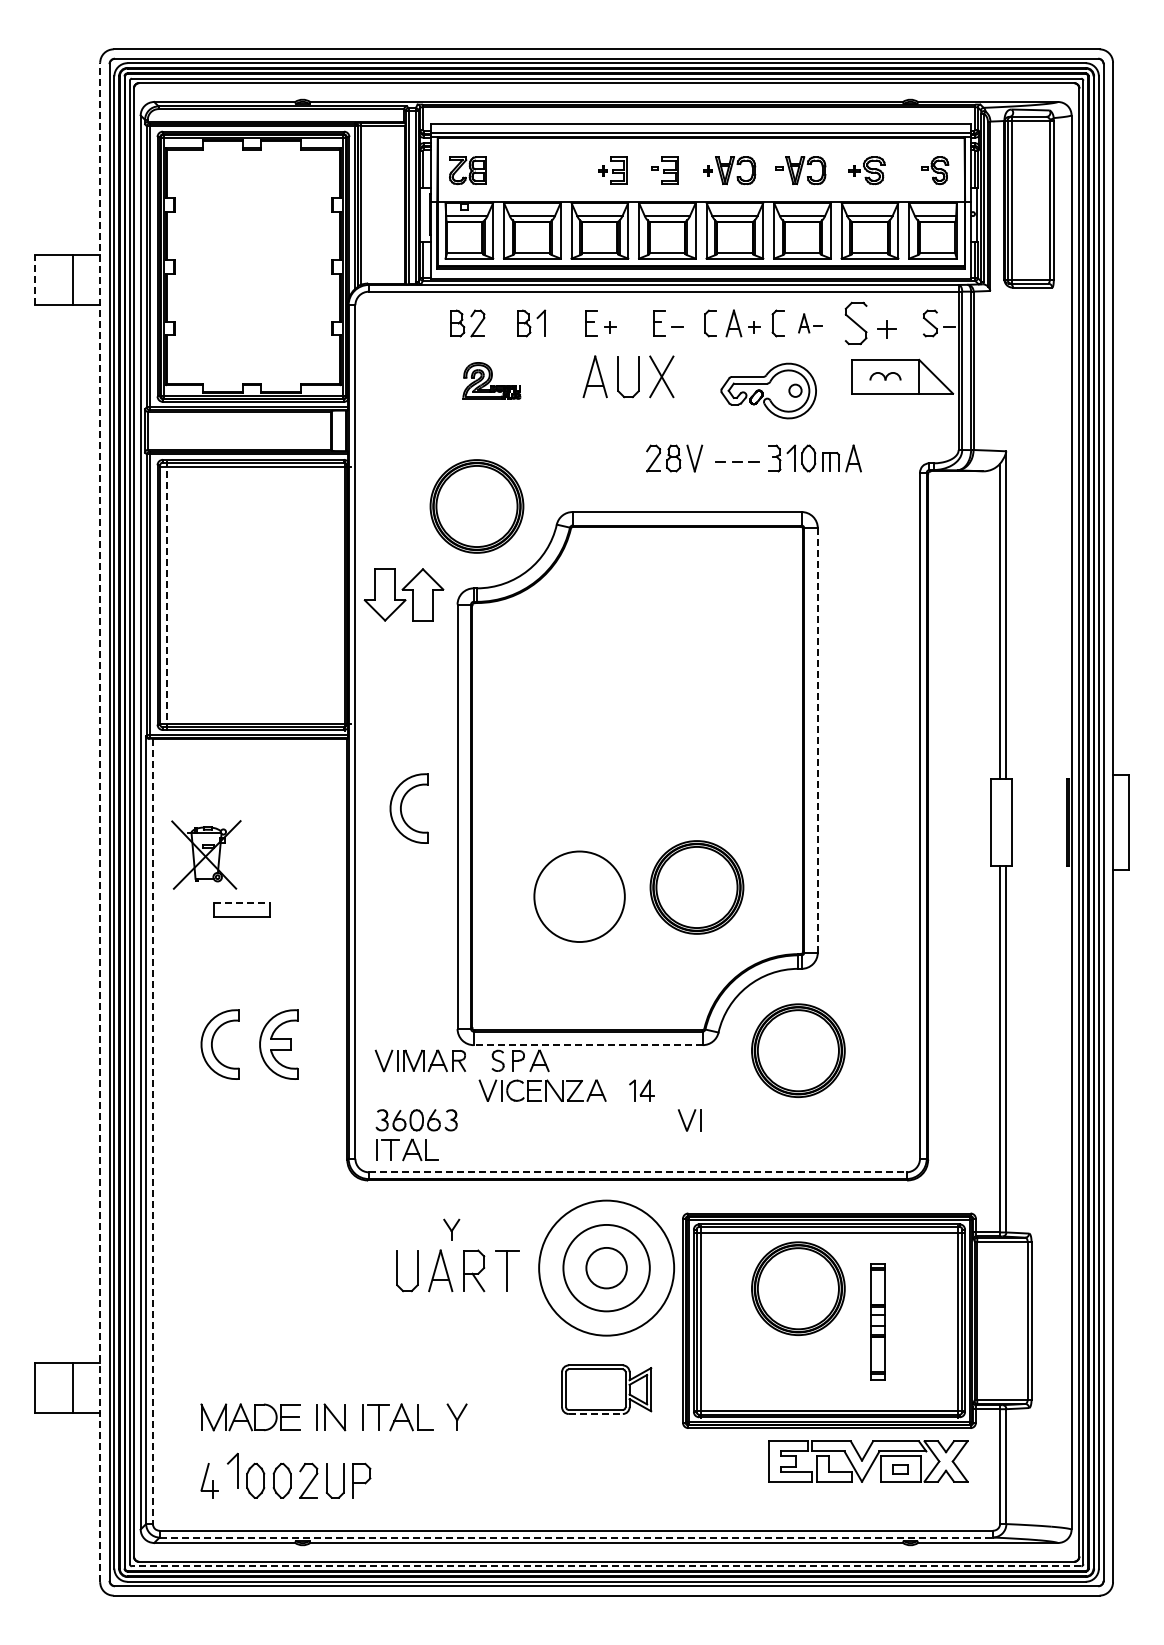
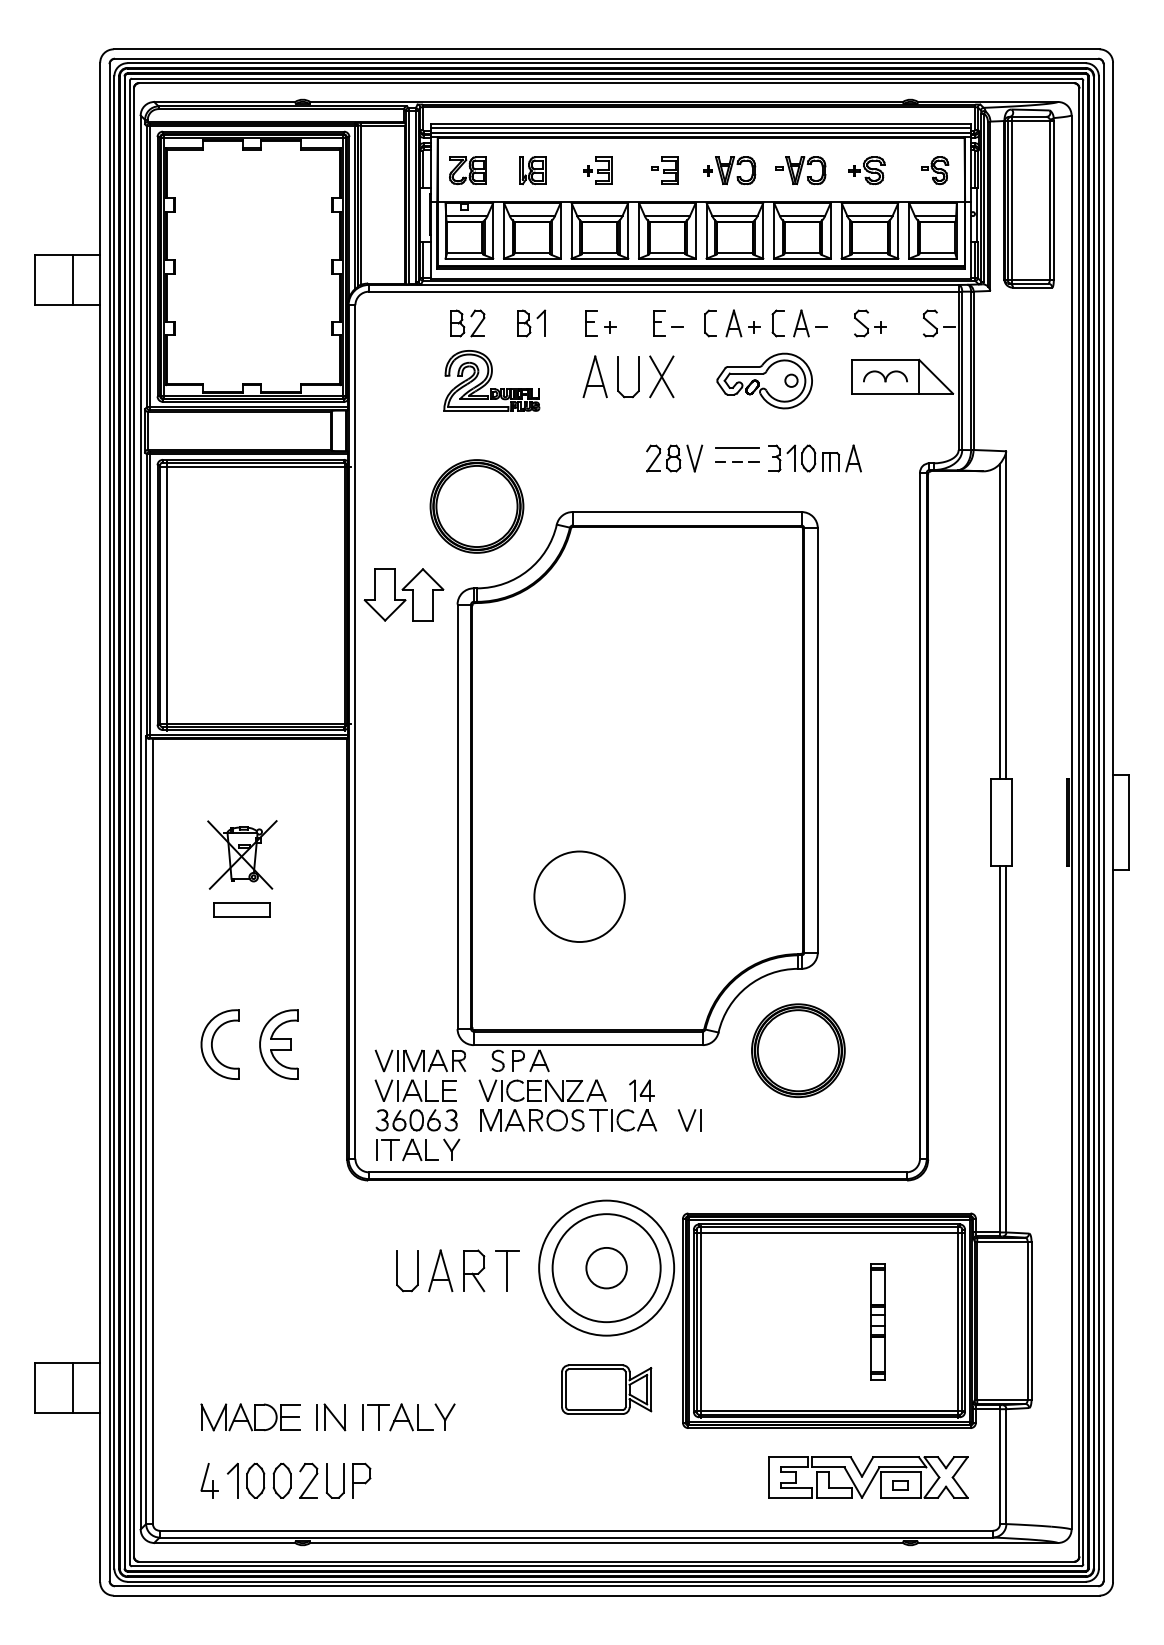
line at (701, 127): none -> present
part at (532, 170): none -> present
part at (612, 170) position: (612, 170) -> (597, 170)
line at (34, 280): dashed -> solid
part at (810, 323) size: 25x21 px -> 35x29 px
part at (870, 323) size: 53x45 px -> 33x29 px
part at (885, 376) size: 33x9 px -> 45x13 px
part at (491, 380) size: 60x38 px -> 98x62 px
part at (768, 390) position: (768, 390) -> (764, 380)
line at (736, 448): none -> present
line at (166, 595): dashed -> solid
line at (817, 740): dashed -> solid
part at (401, 808): present -> none
line at (100, 822): dashed -> solid
part at (206, 854) position: (206, 854) -> (242, 854)
part at (696, 887): present -> none
line at (242, 903): dashed -> solid
line at (588, 1045): dashed -> solid
part at (415, 1090): none -> present
part at (568, 1120): none -> present
line at (152, 1131): dashed -> solid
line at (637, 1172): dashed -> solid
part at (451, 1229) position: (451, 1229) -> (451, 1149)
circle at (606, 1267) diameter: 86 px -> 108 px
part at (798, 1288): present -> none
line at (596, 1414): dashed -> solid
part at (456, 1416) position: (456, 1416) -> (444, 1416)
part at (868, 1461) position: (868, 1461) -> (868, 1477)
part at (232, 1470) position: (232, 1470) -> (232, 1480)
line at (576, 1537): dashed -> solid
line at (606, 1566): dashed -> solid
